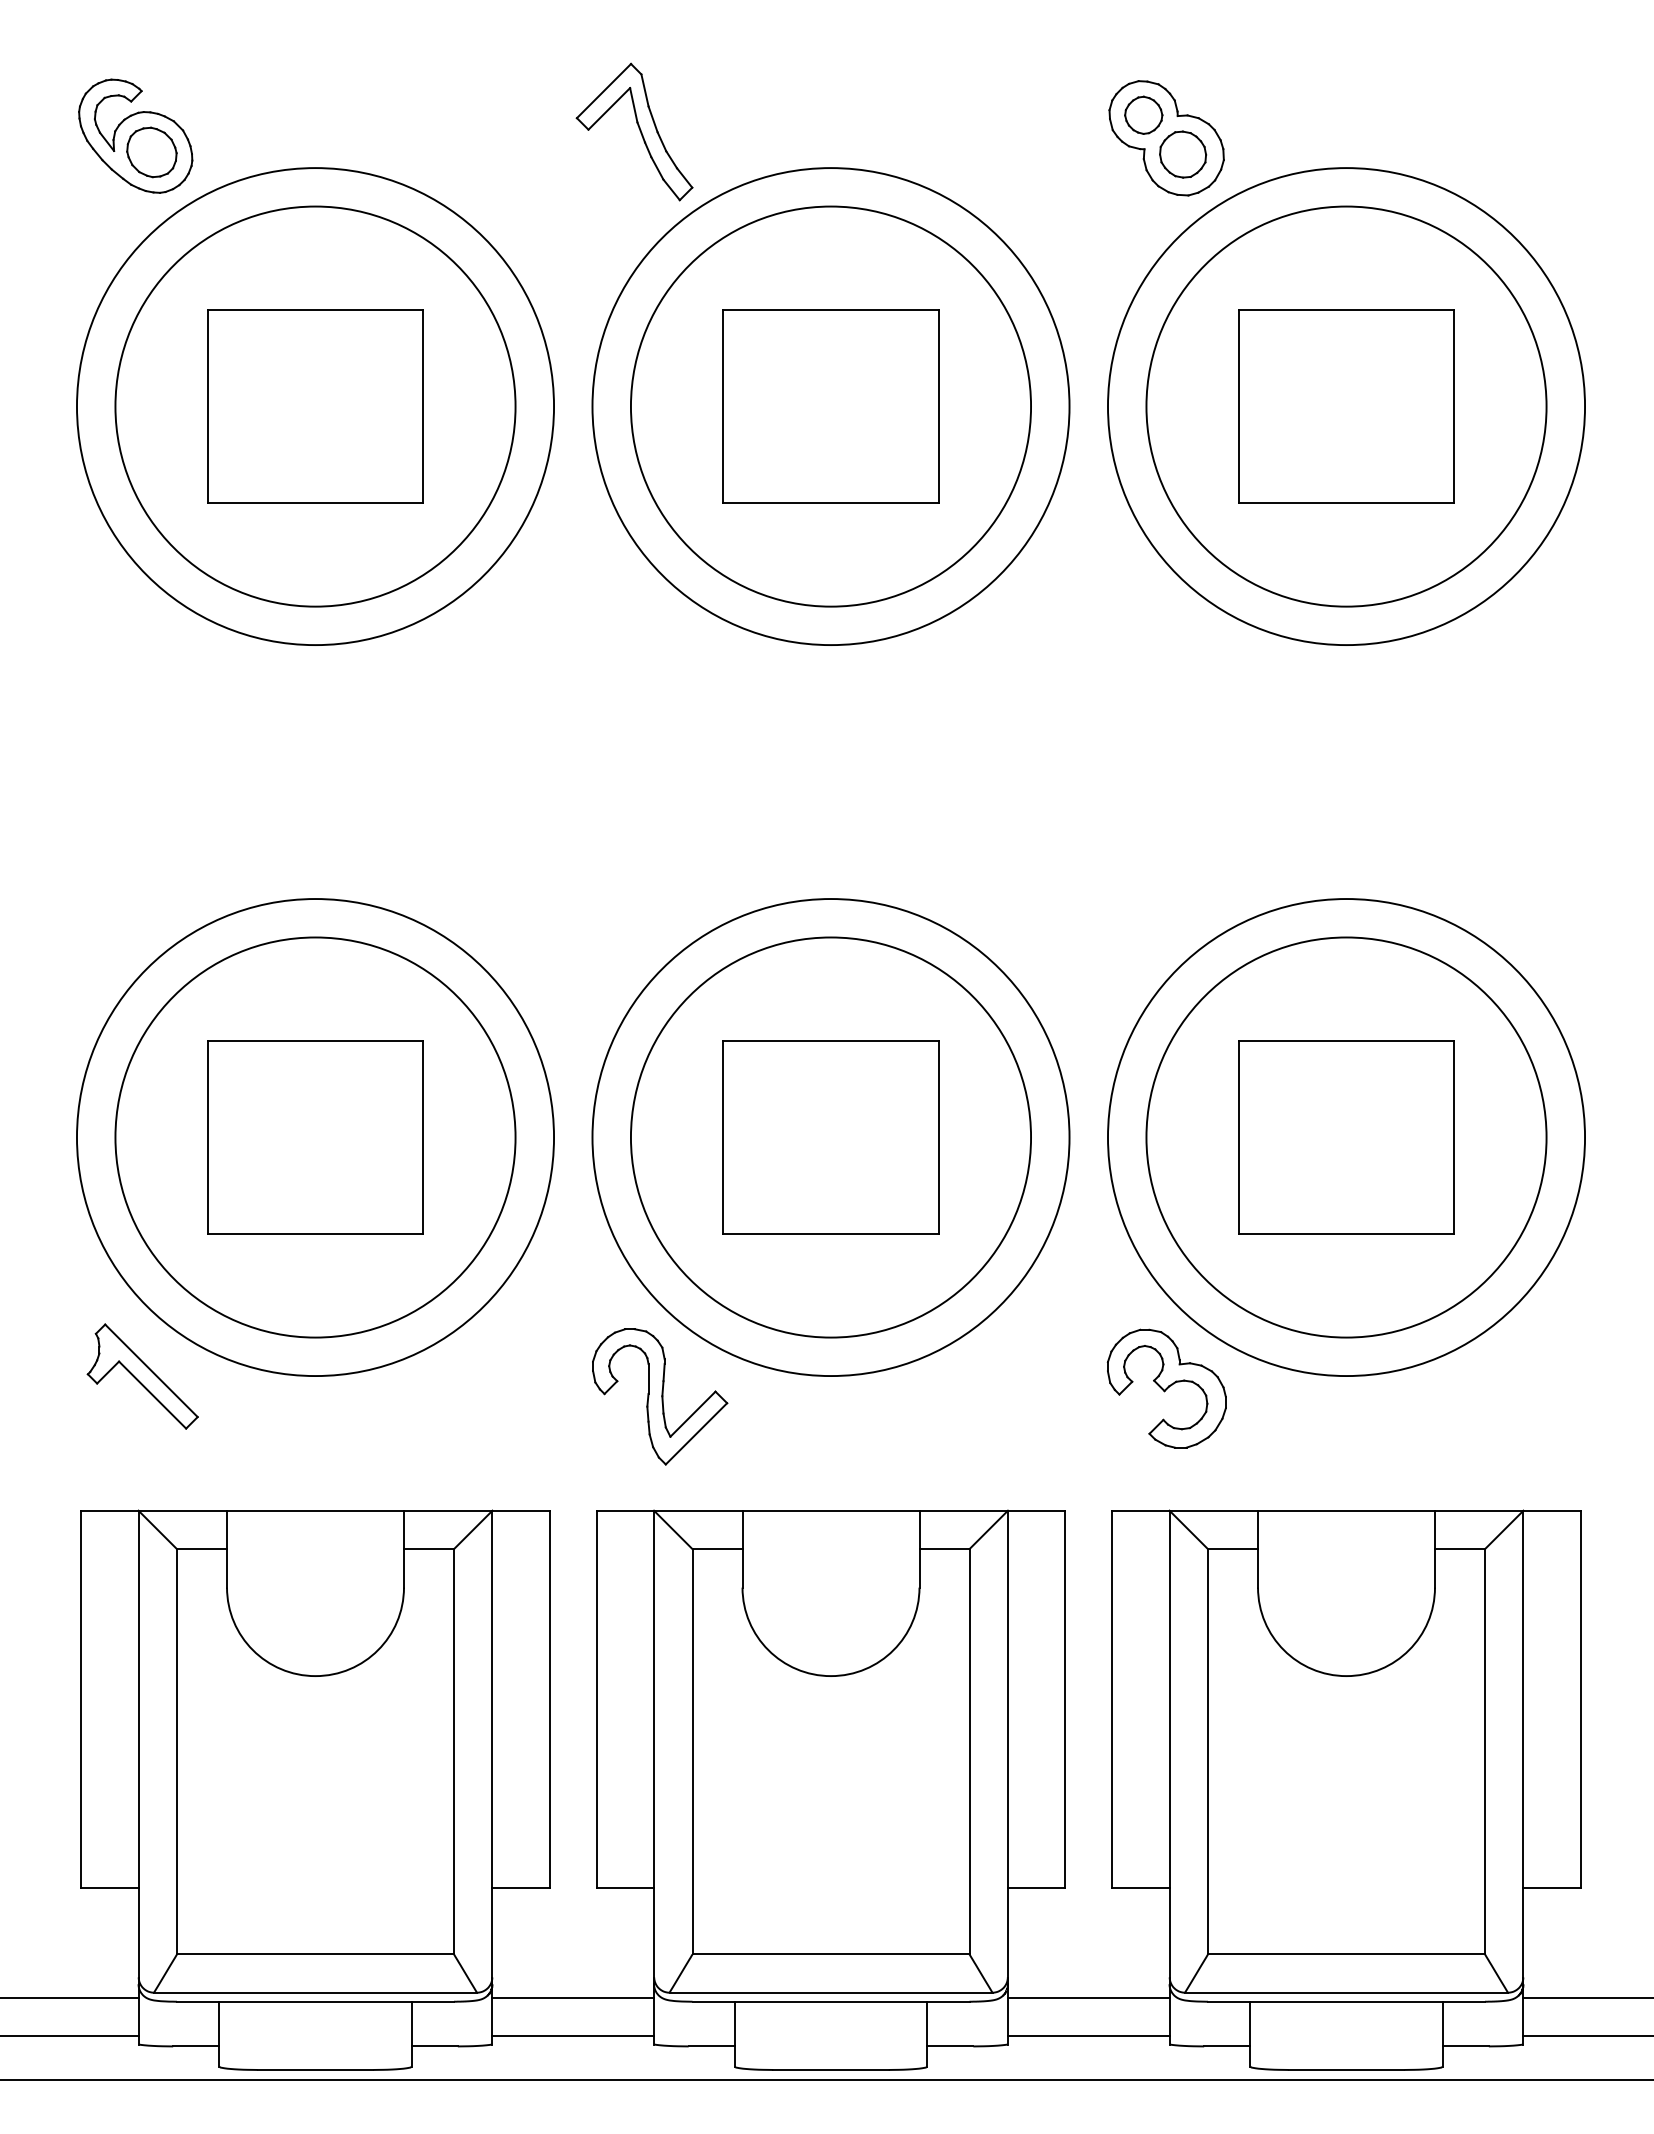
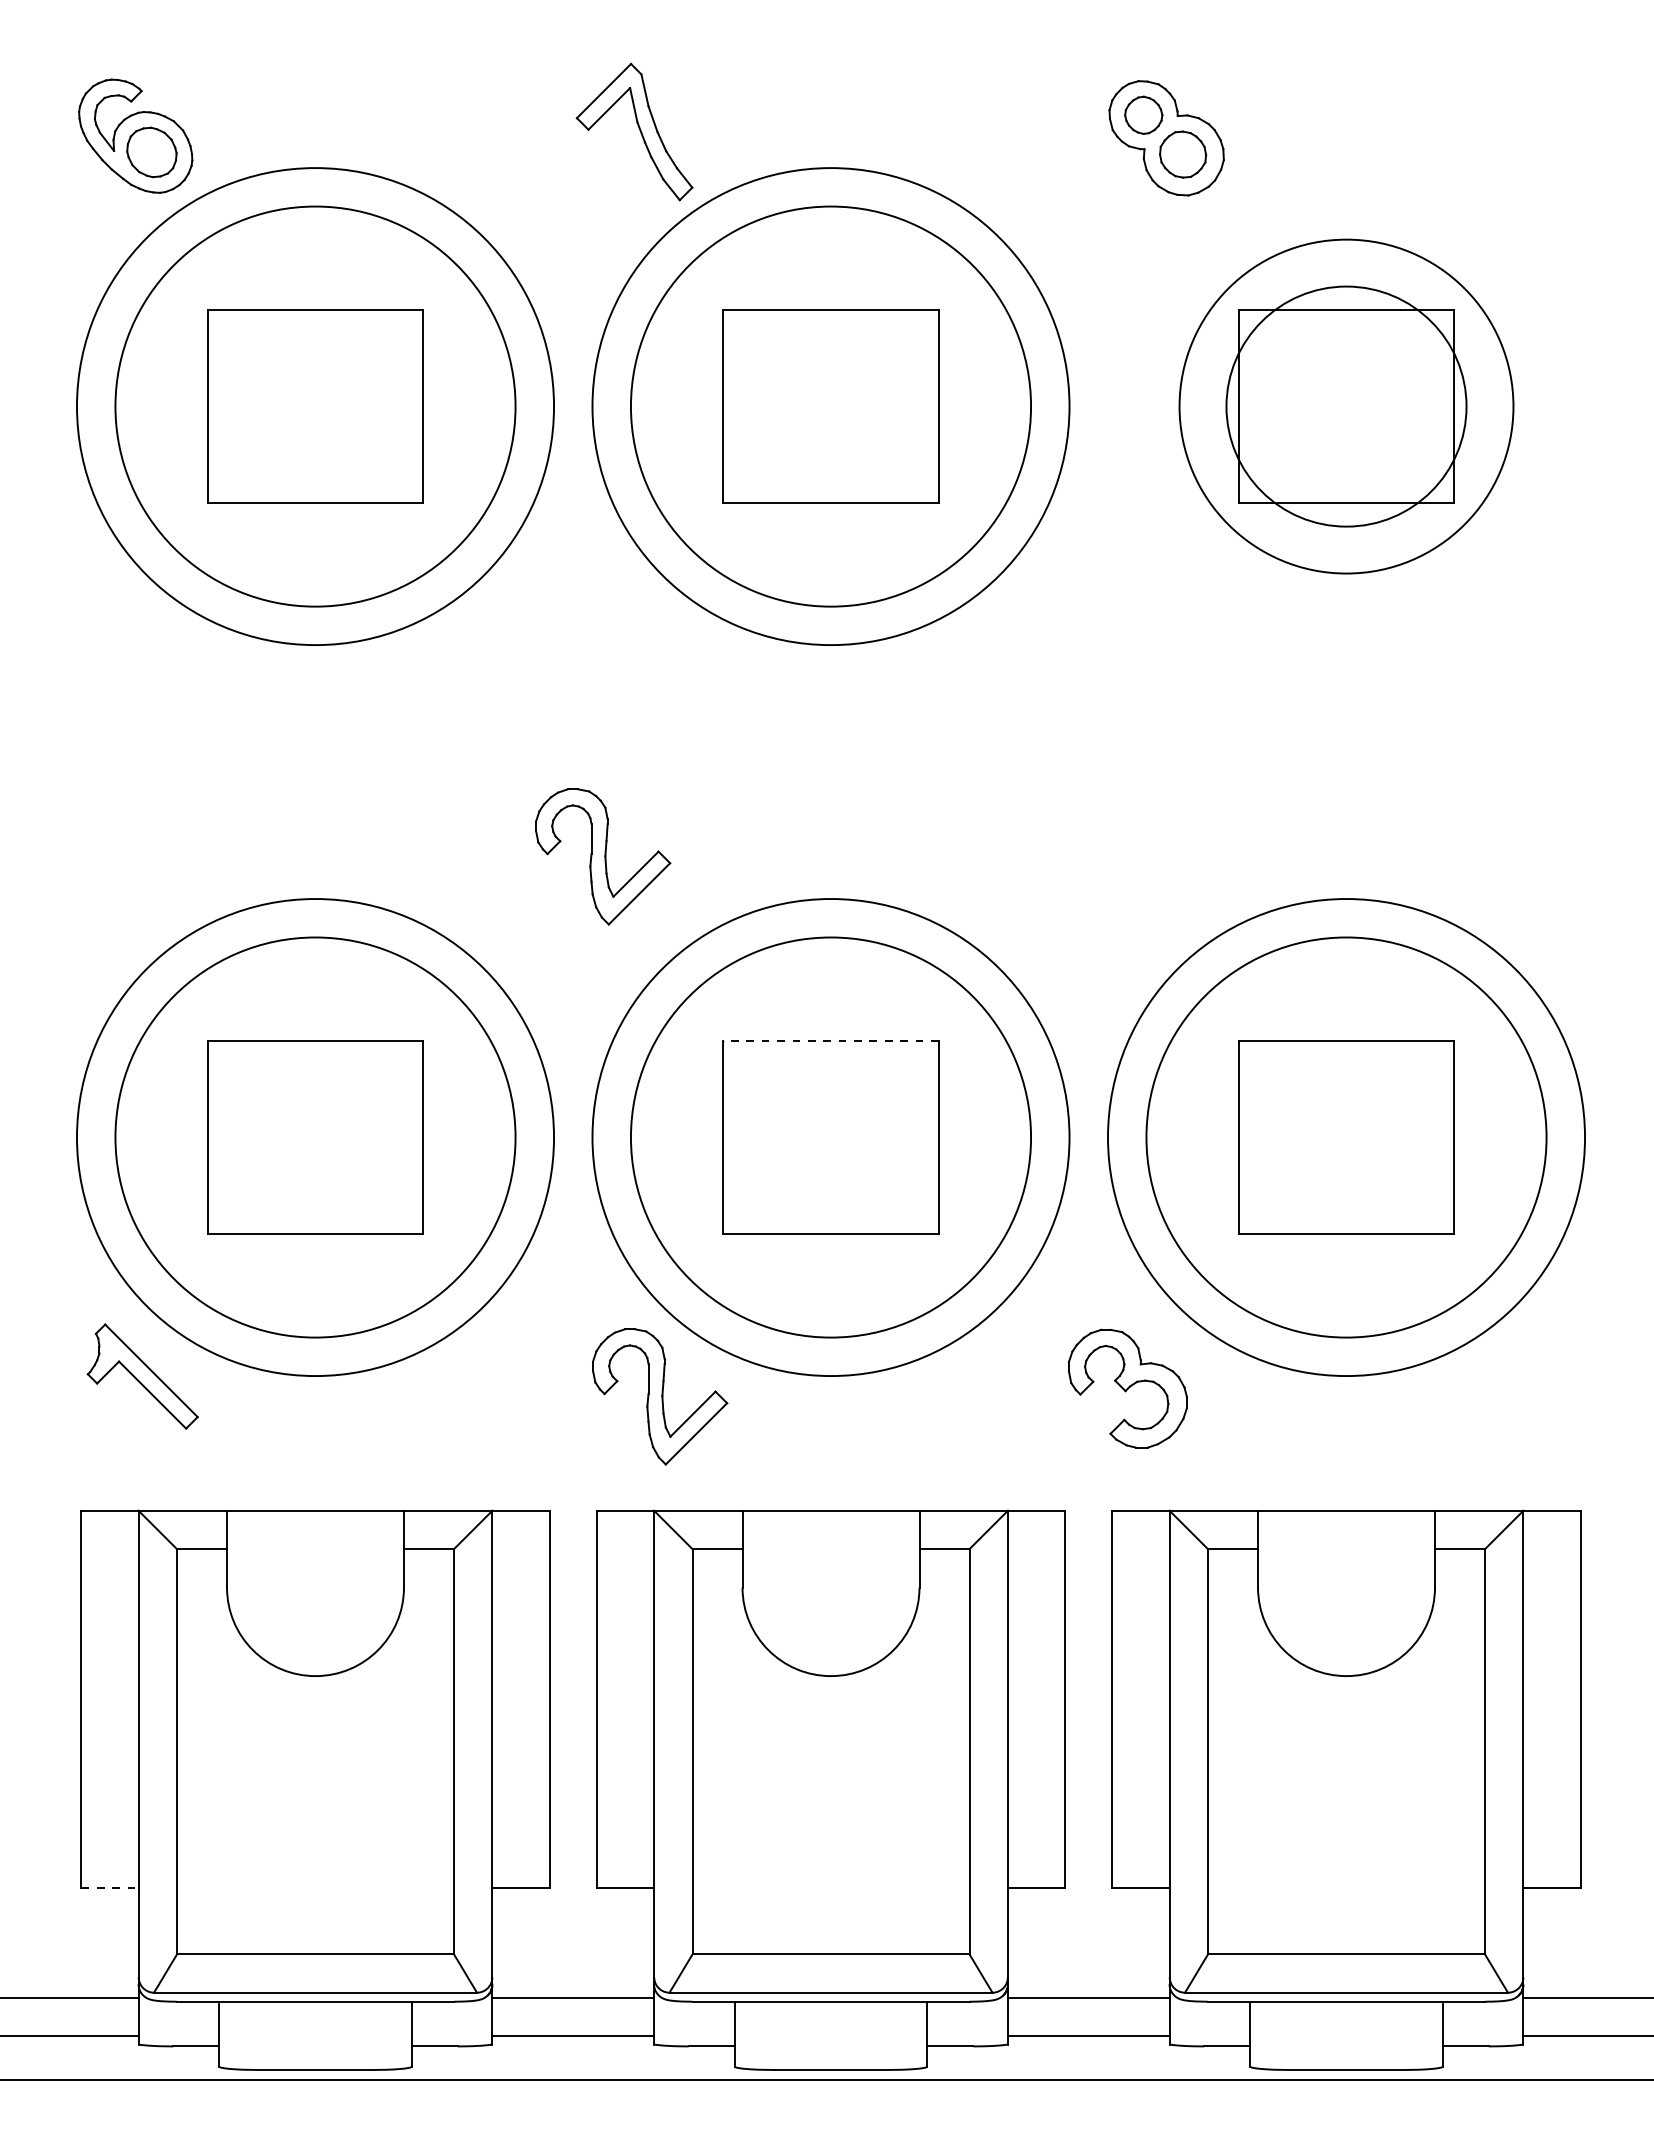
circle at (1346, 406) diameter: 400 px -> 240 px
circle at (1346, 406) diameter: 477 px -> 334 px
part at (603, 856): none -> present
line at (831, 1041): solid -> dashed
part at (1166, 1388) position: (1166, 1388) -> (1127, 1388)
line at (110, 1887): solid -> dashed
